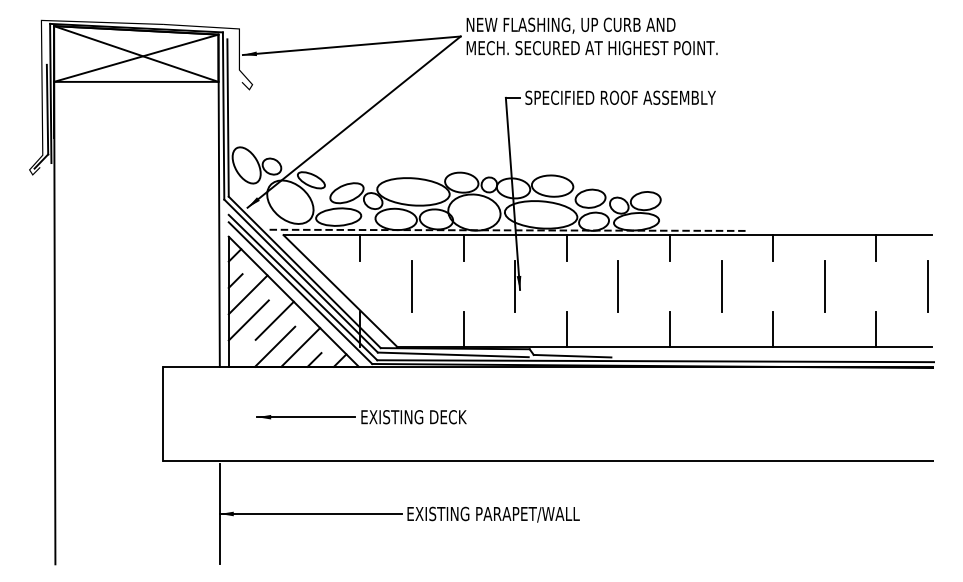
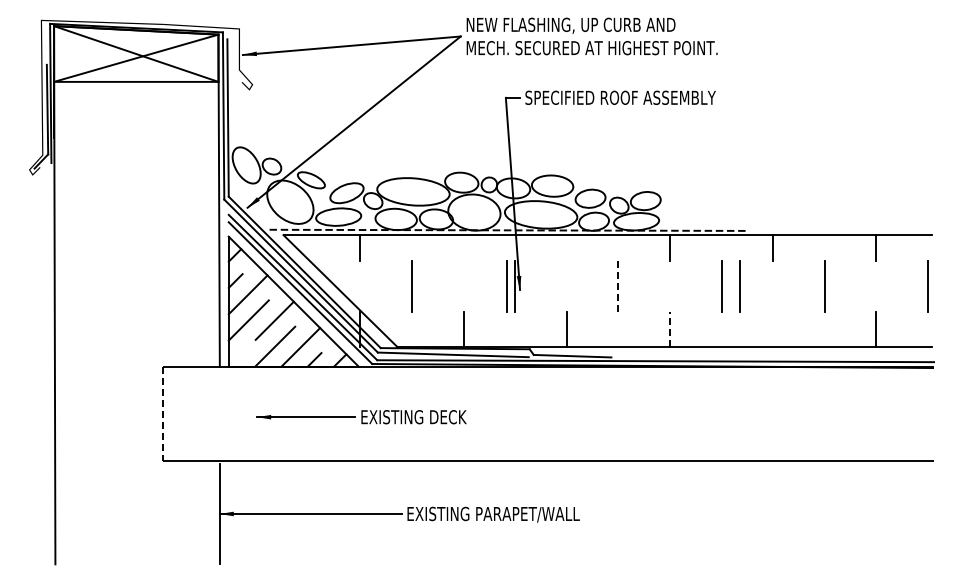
line at (463, 247): present -> none
line at (566, 247): present -> none
line at (506, 286): none -> present
line at (618, 286): solid -> dashed
line at (739, 286): none -> present
line at (669, 328): solid -> dashed
line at (773, 329): present -> none
line at (162, 414): solid -> dashed
